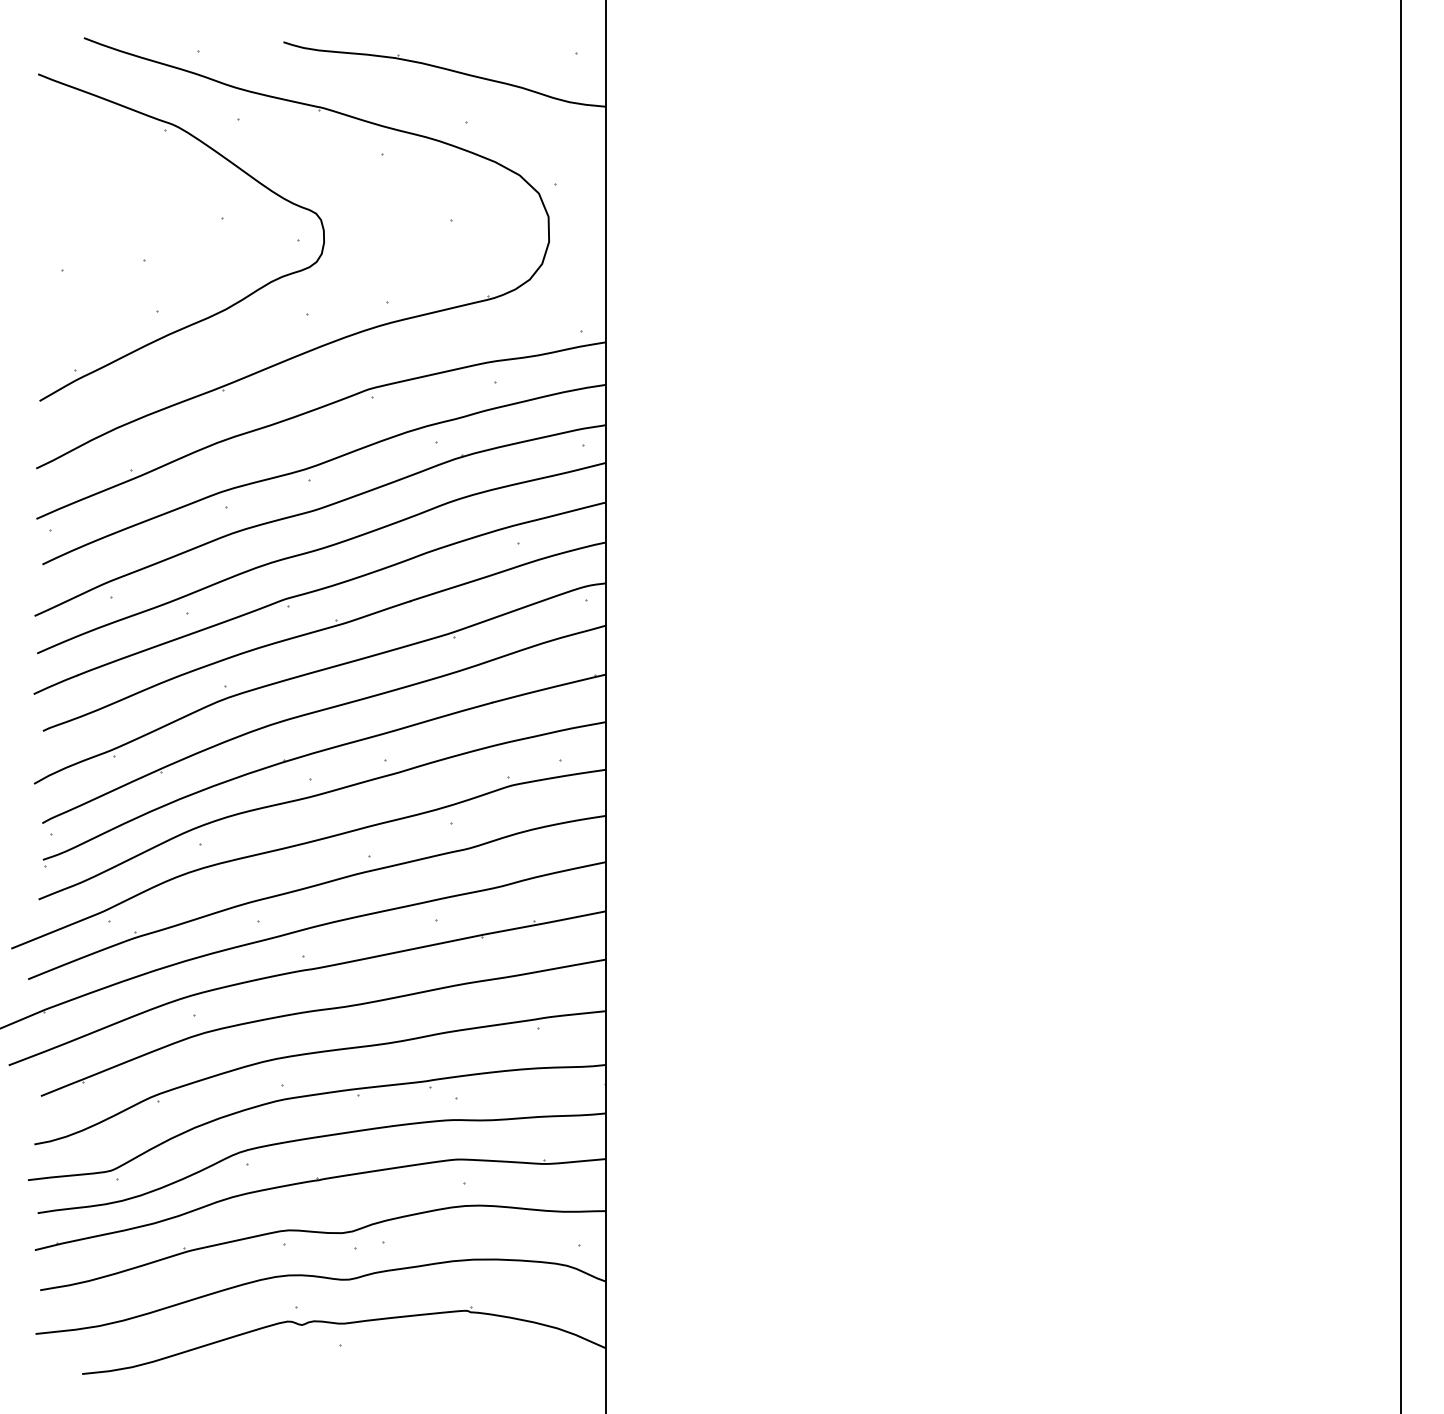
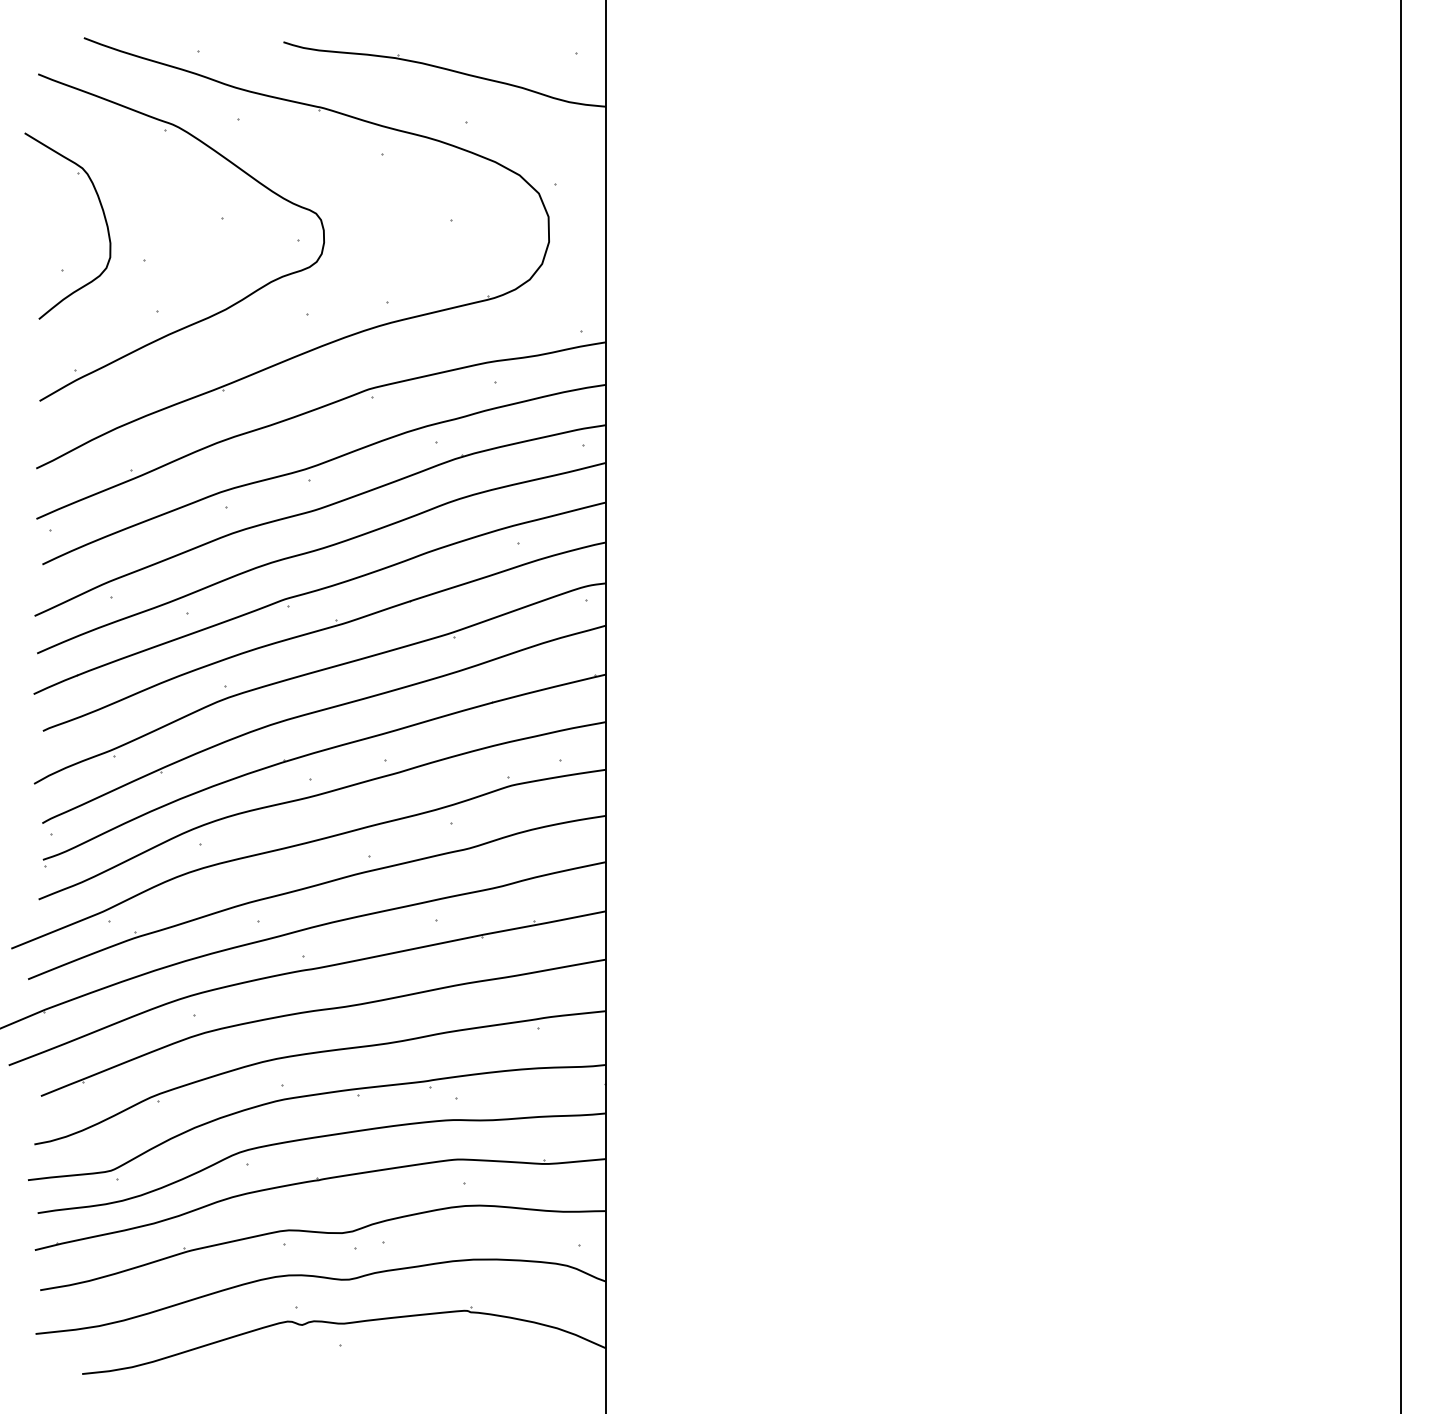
part at (103, 216): none -> present
